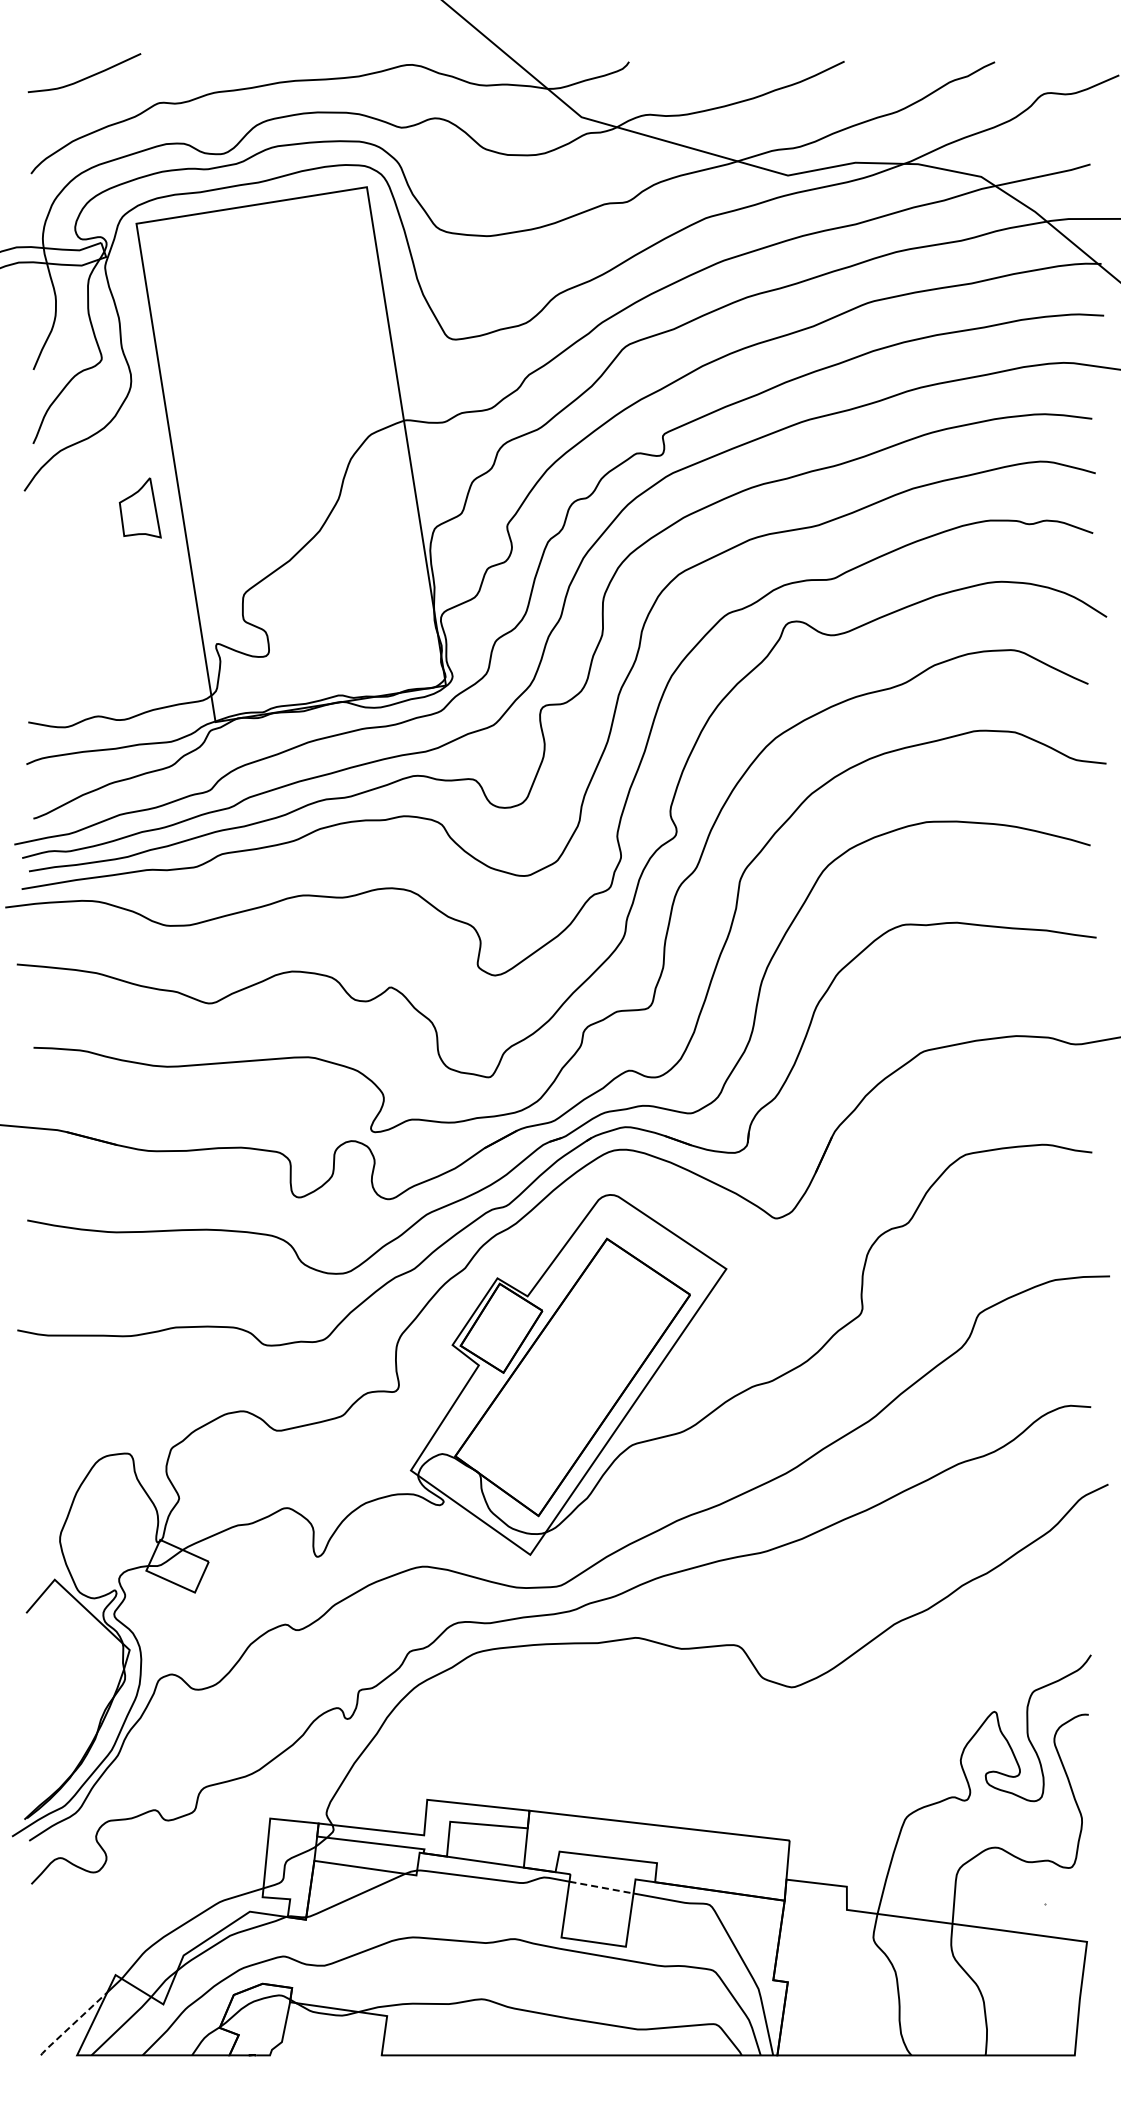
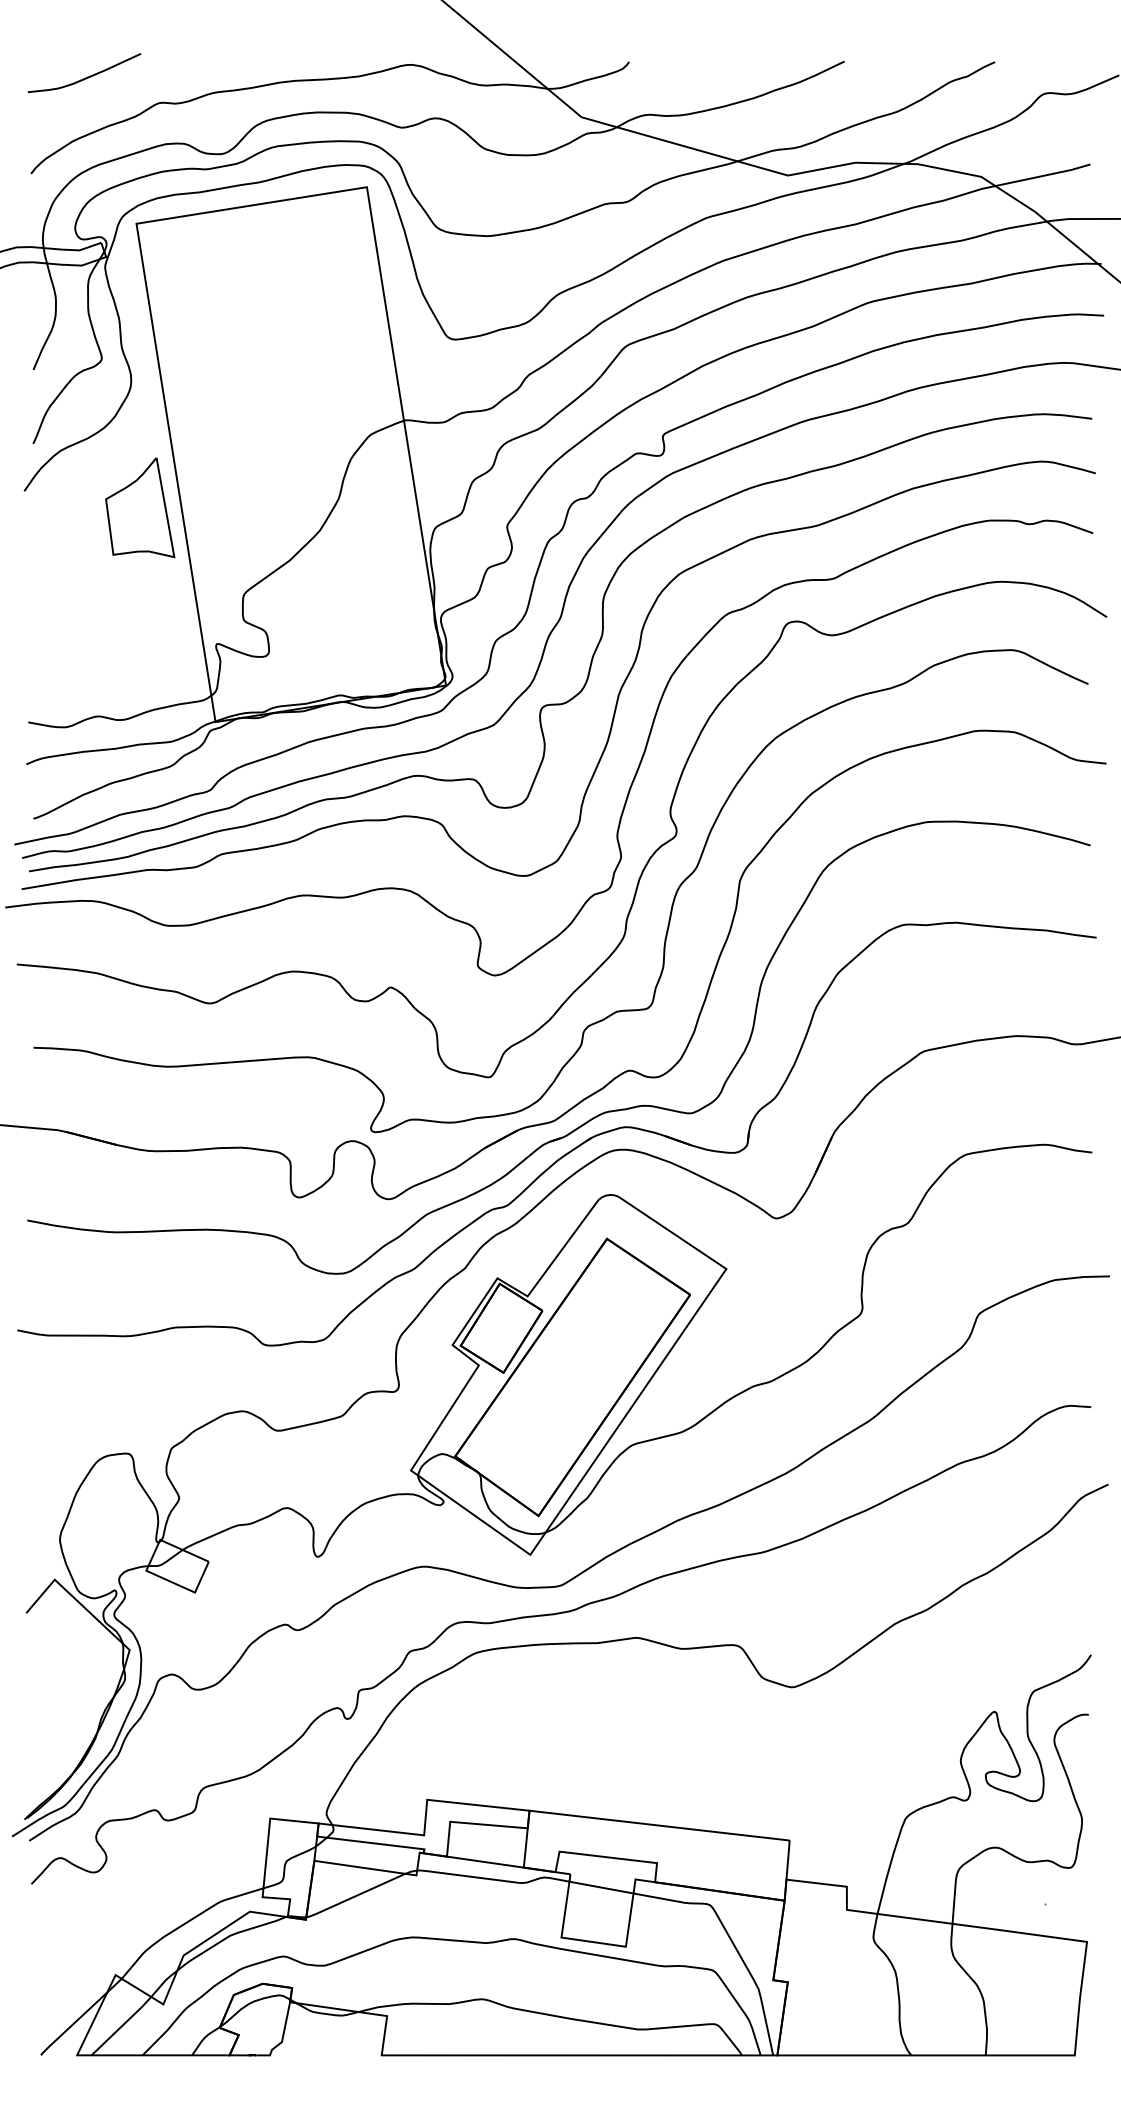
part at (139, 507) size: 44x62 px -> 71x102 px
line at (601, 1887): dashed -> solid
line at (73, 2024): dashed -> solid
